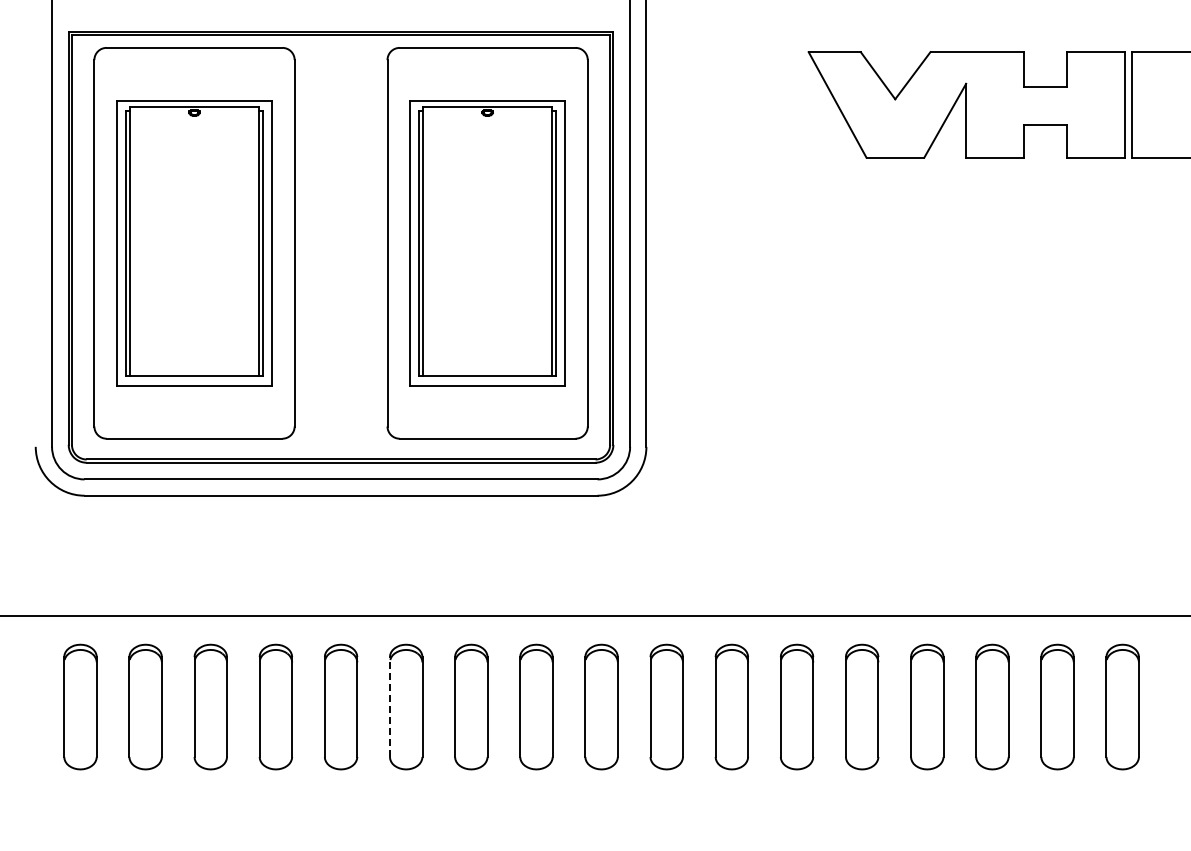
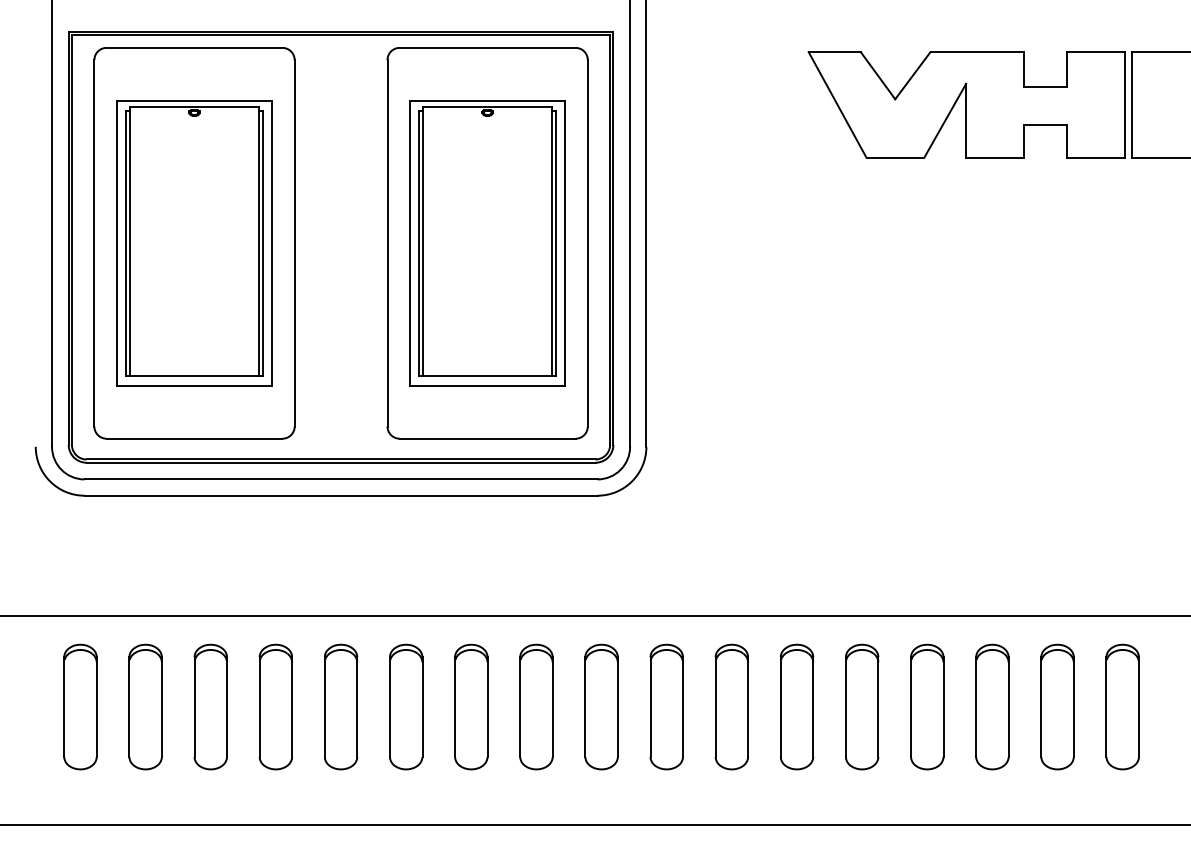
line at (389, 707): dashed -> solid
line at (594, 825): none -> present
